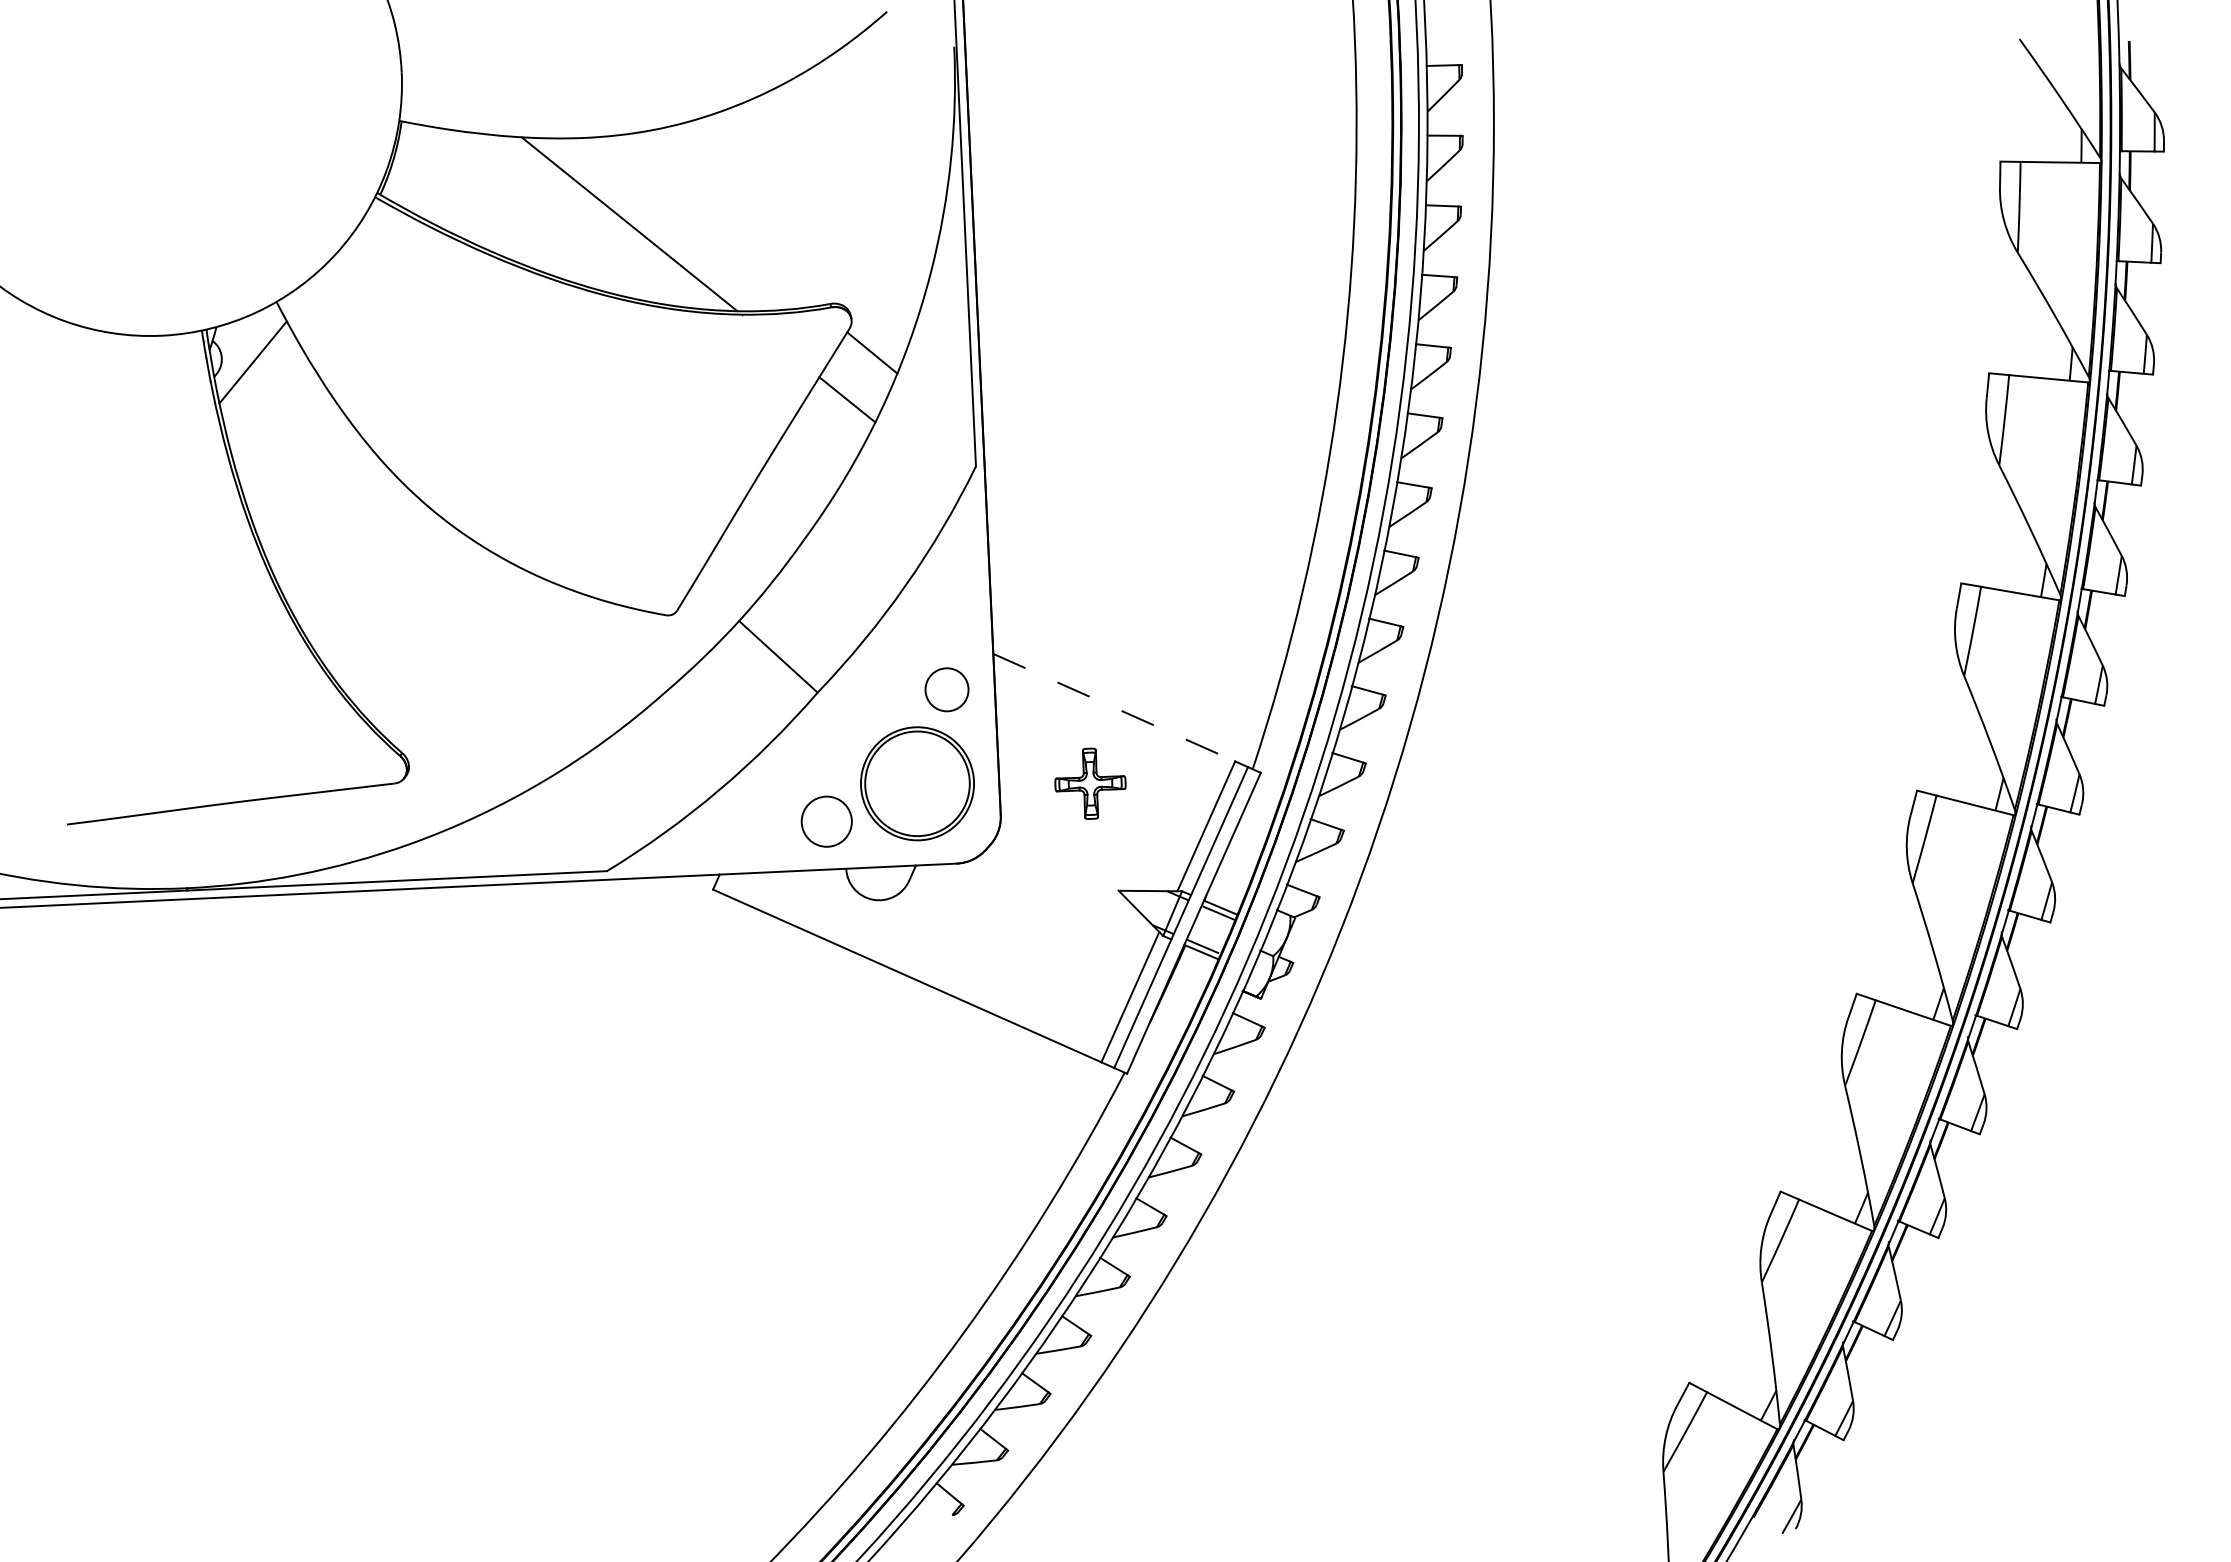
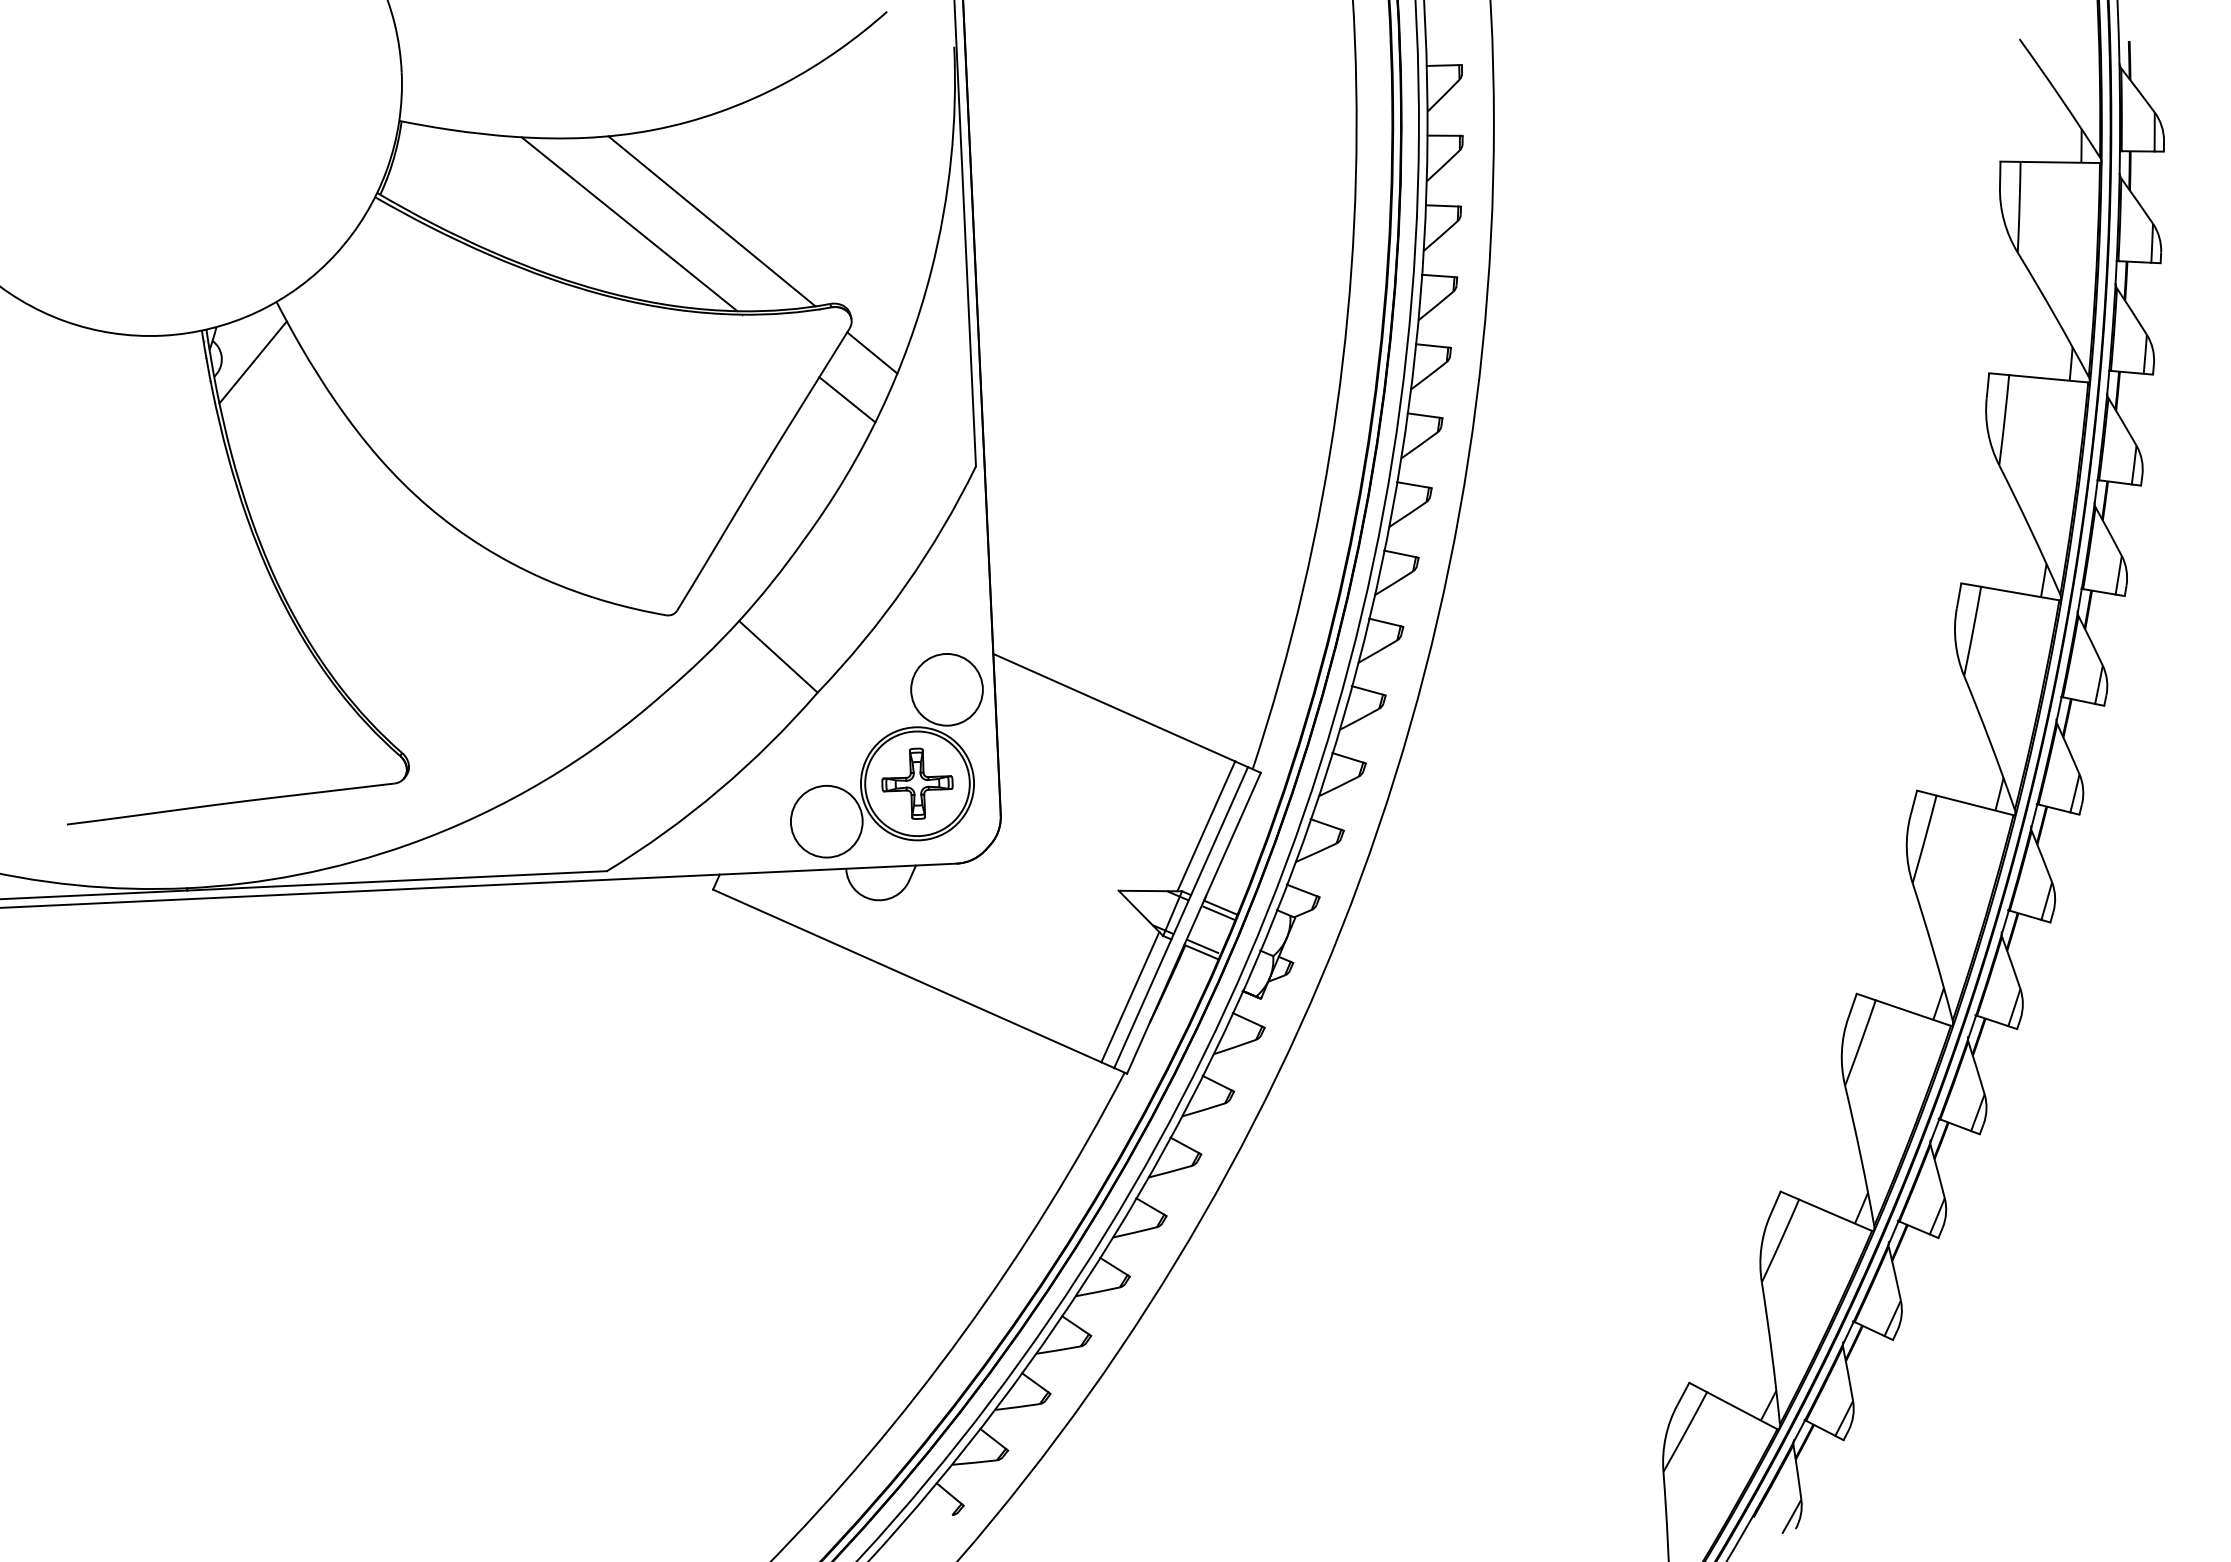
line at (711, 221): none -> present
circle at (946, 689) diameter: 43 px -> 72 px
line at (1114, 707): dashed -> solid
part at (1090, 783) position: (1090, 783) -> (917, 783)
circle at (826, 821) diameter: 50 px -> 72 px
